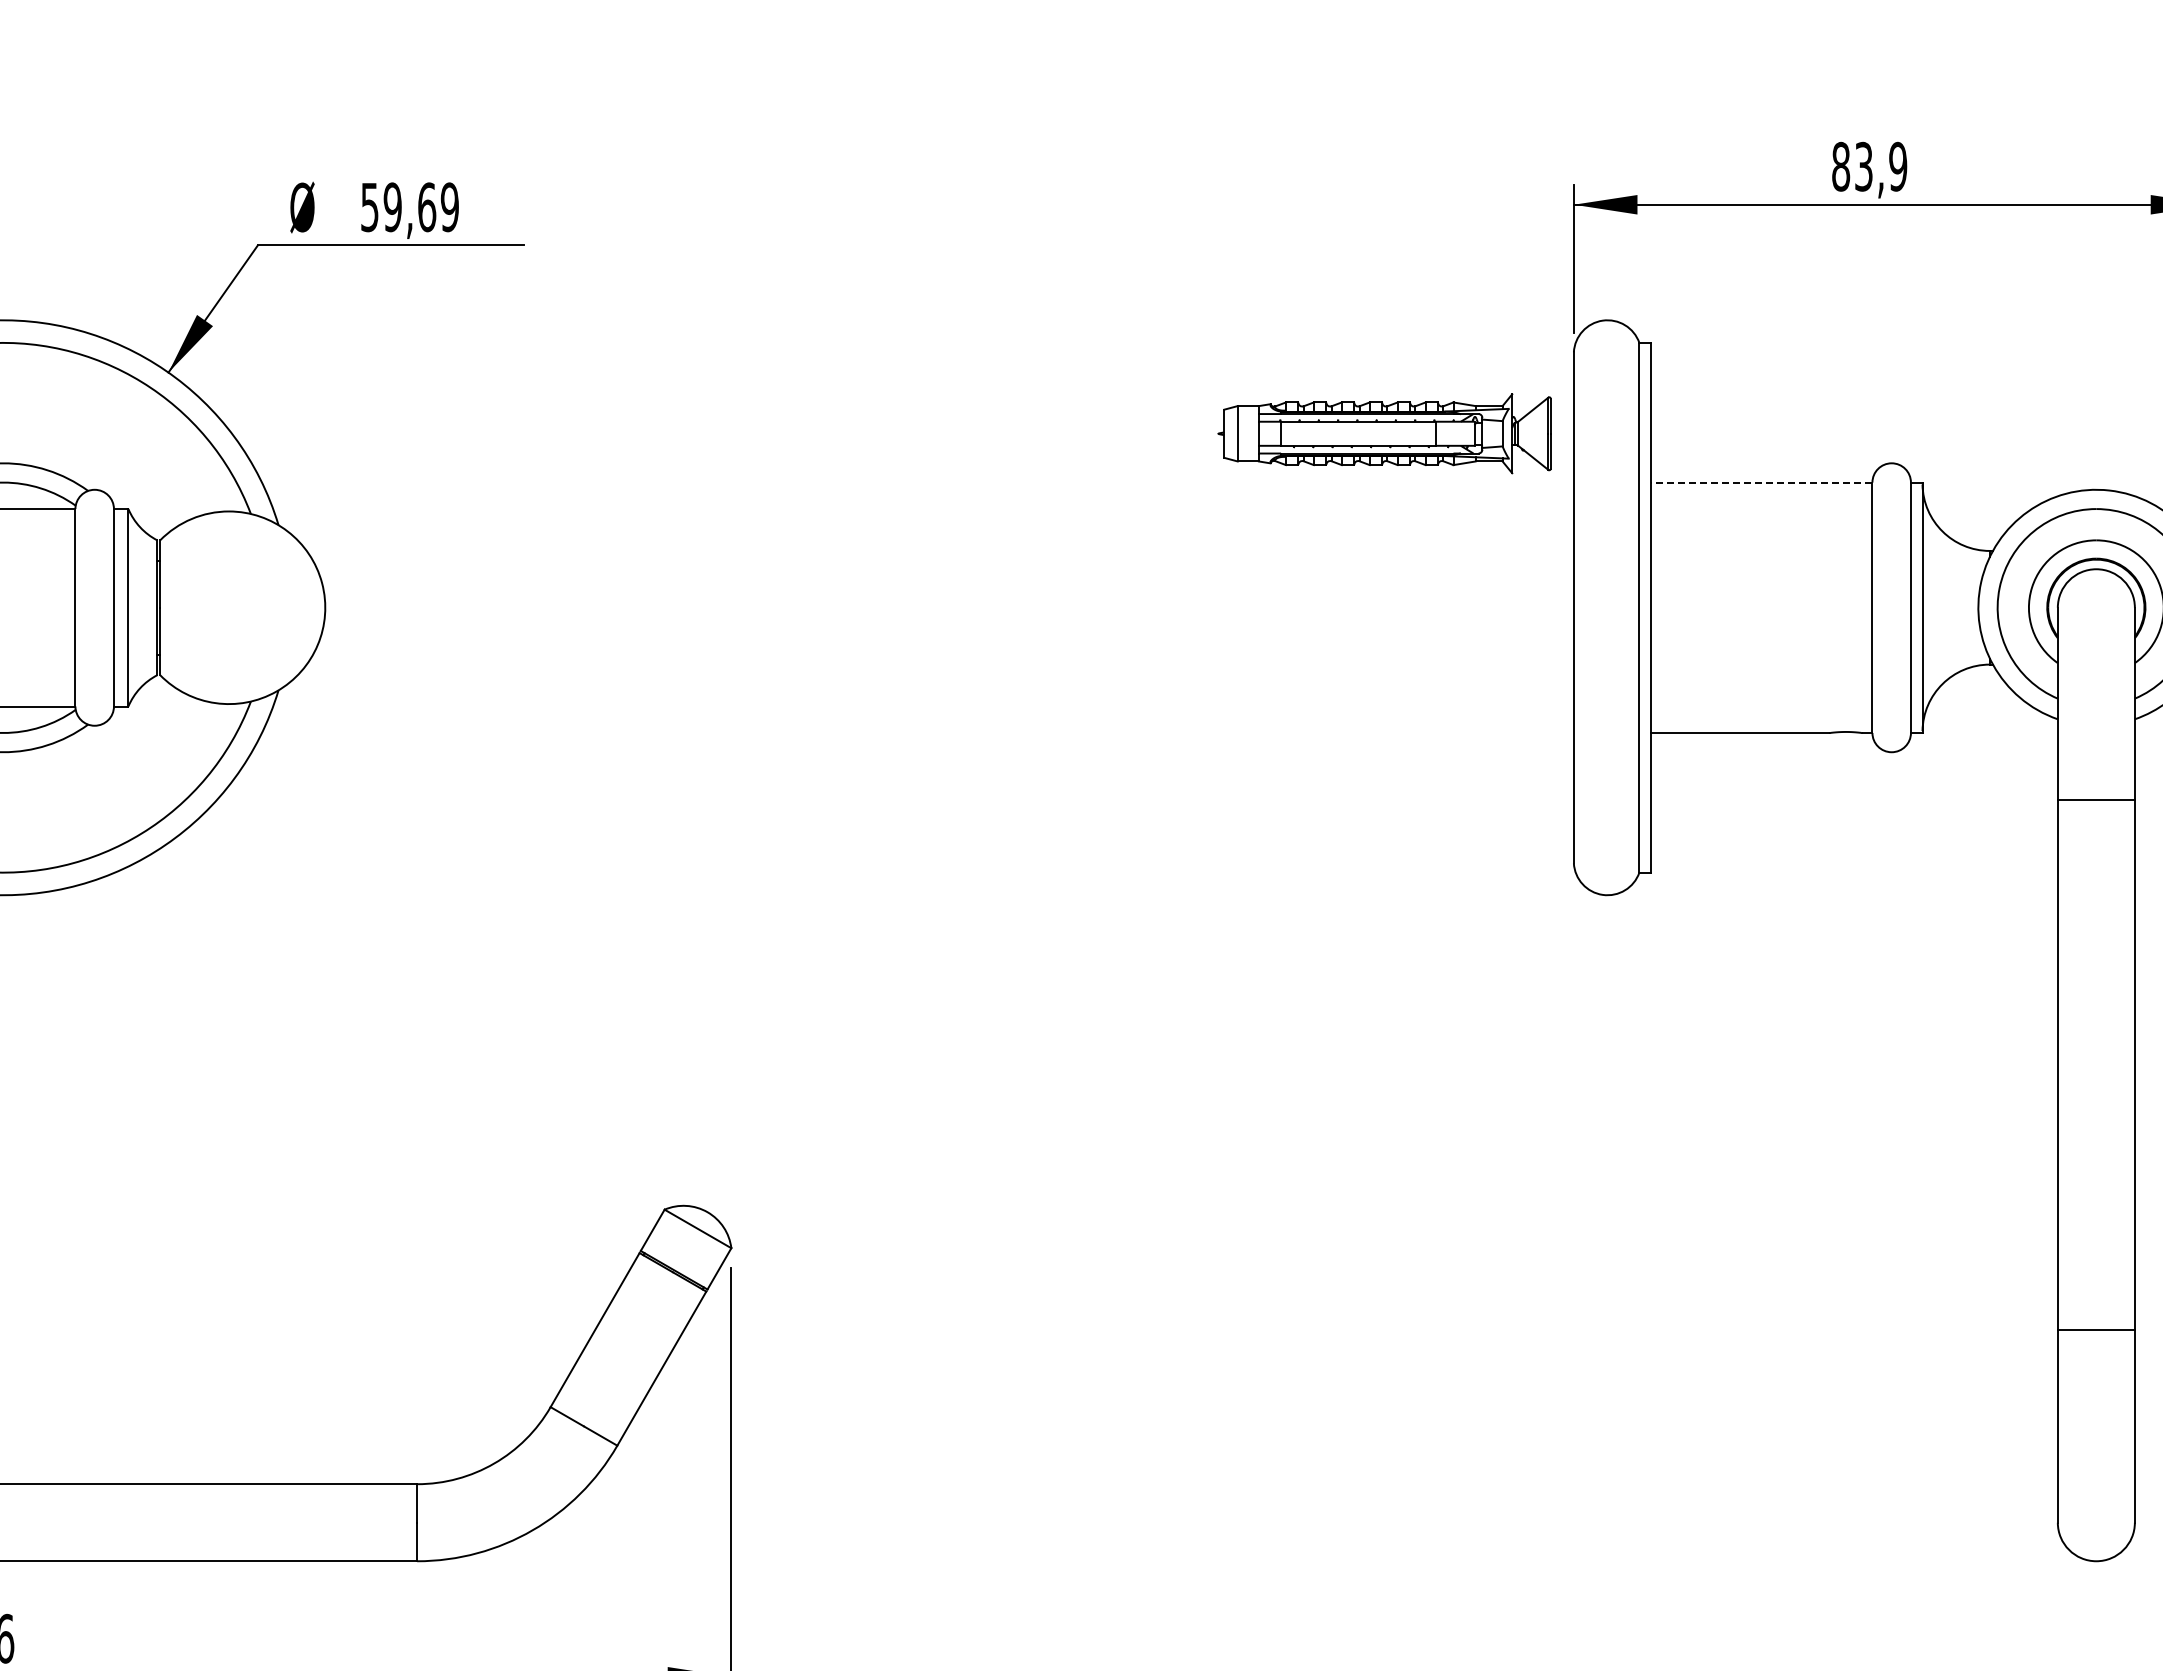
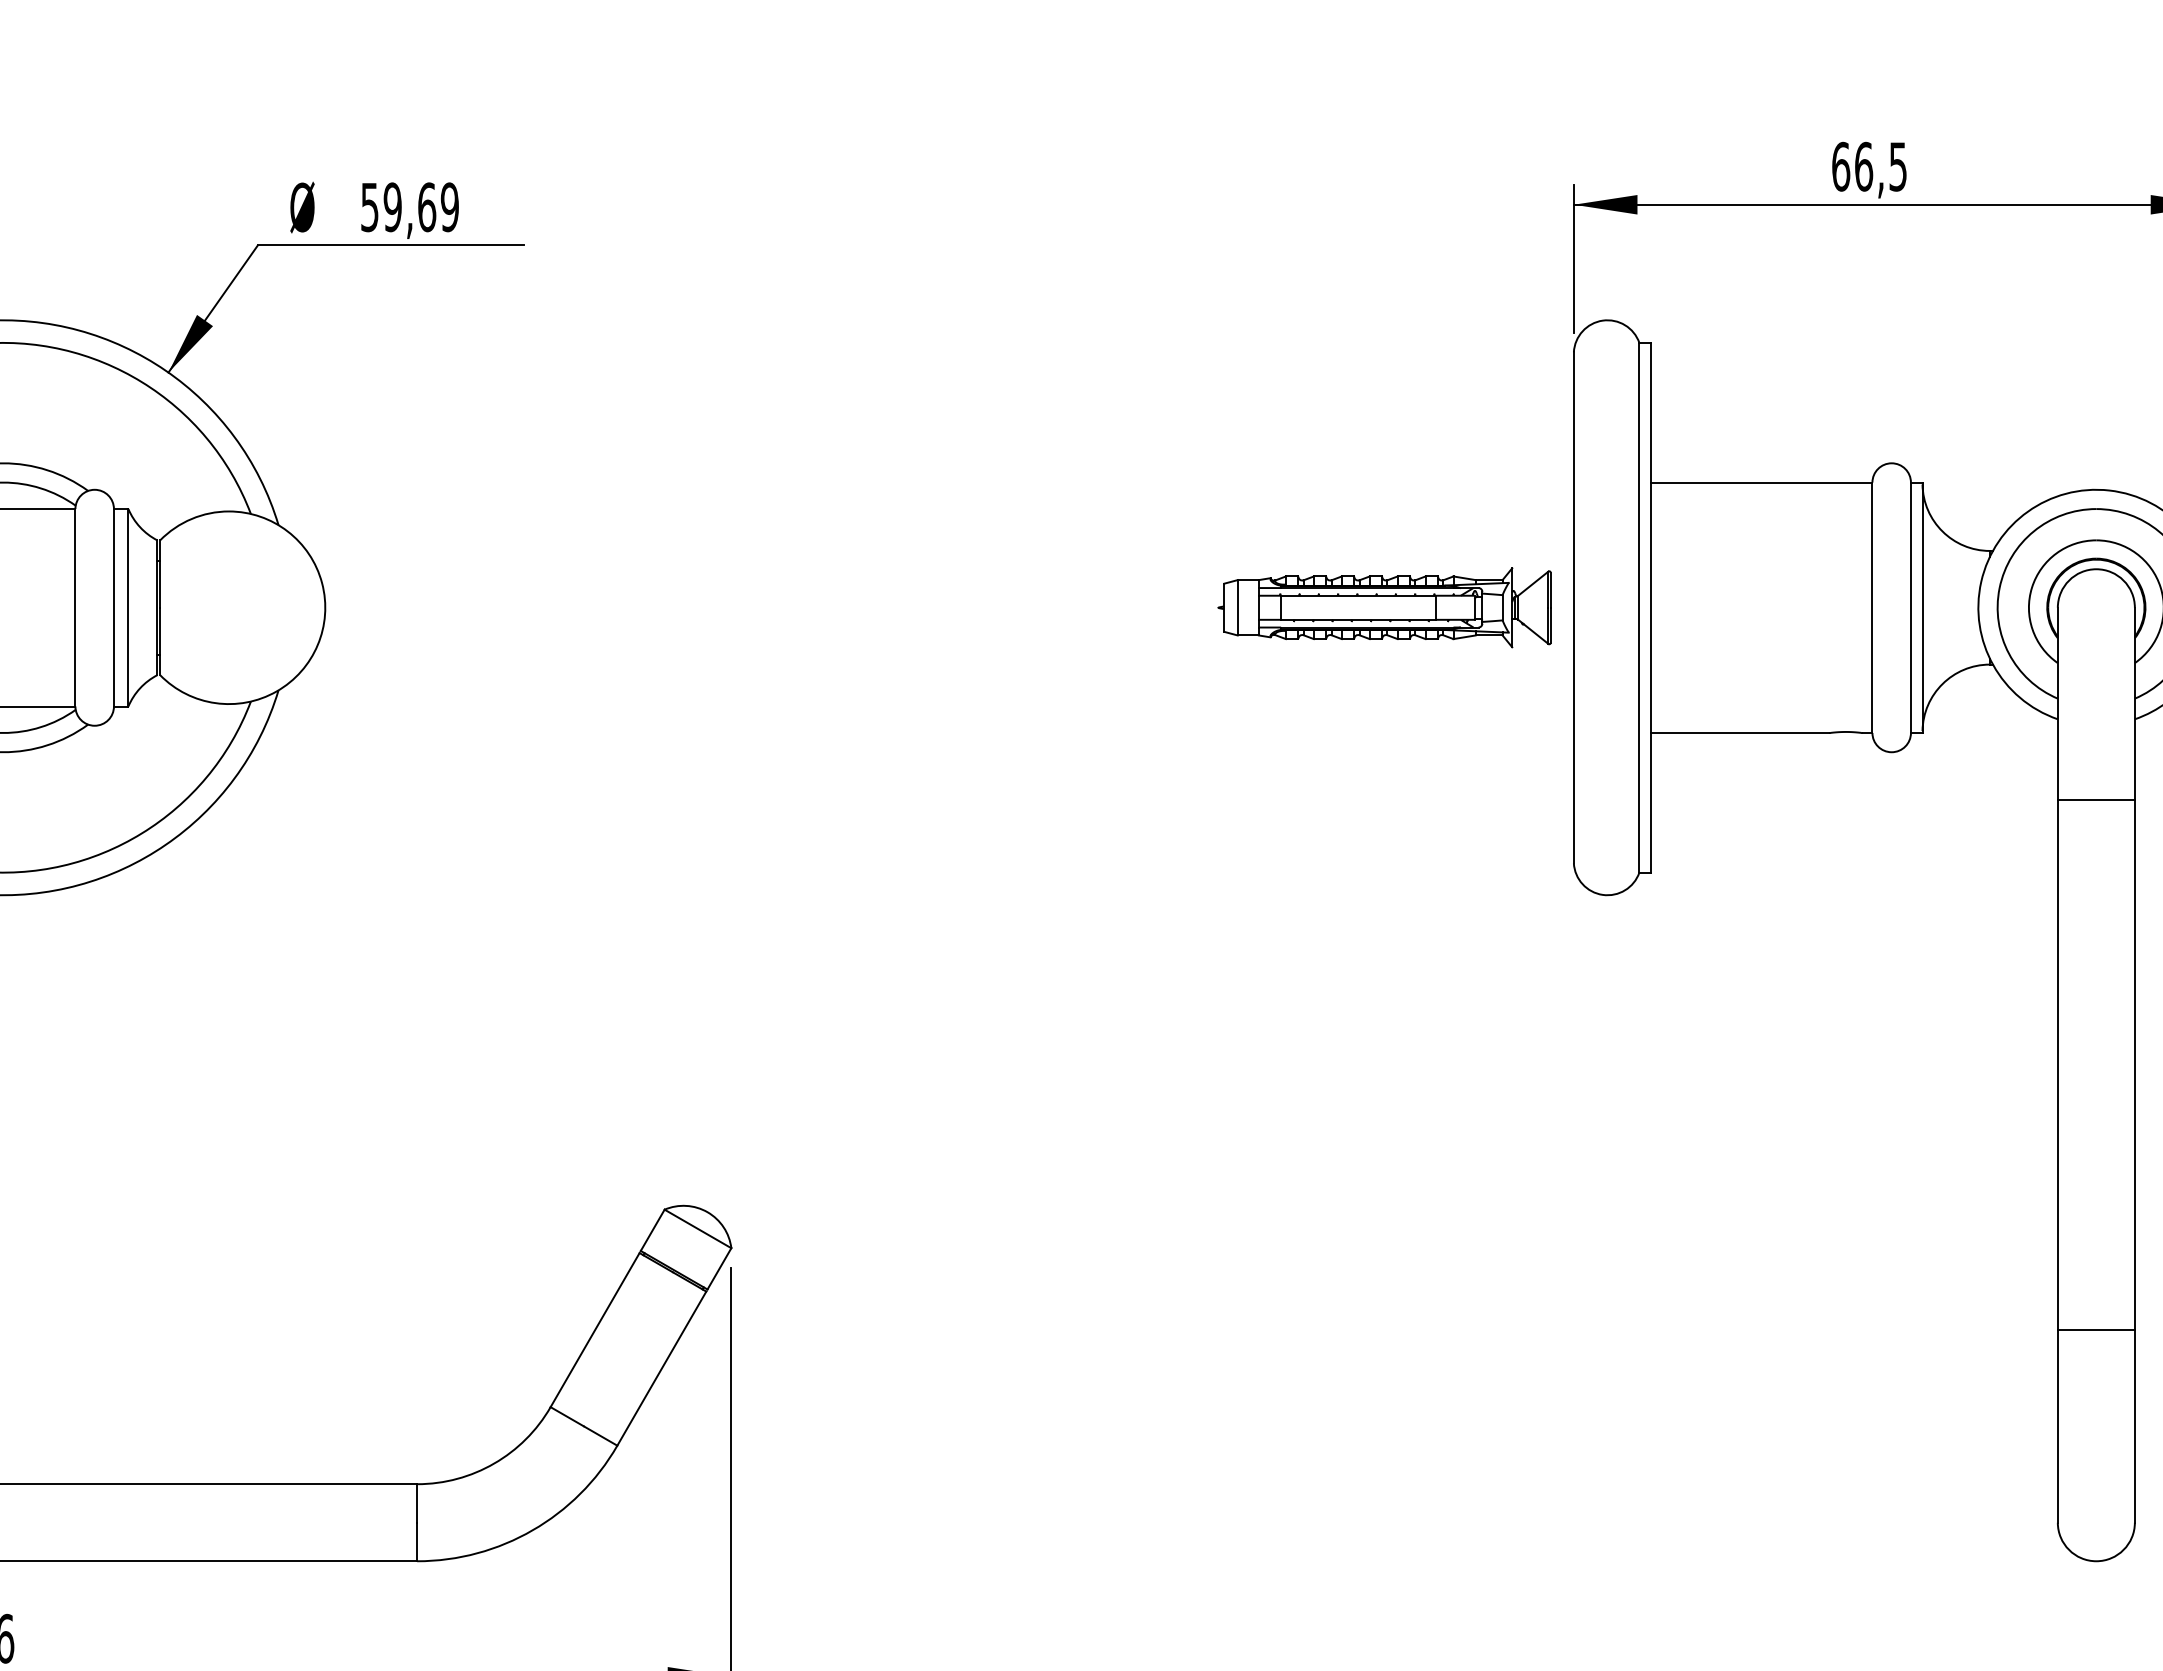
text at (1869, 166): 83,9 -> 66,5
part at (1384, 433) position: (1384, 433) -> (1384, 607)
line at (1761, 482): dashed -> solid
